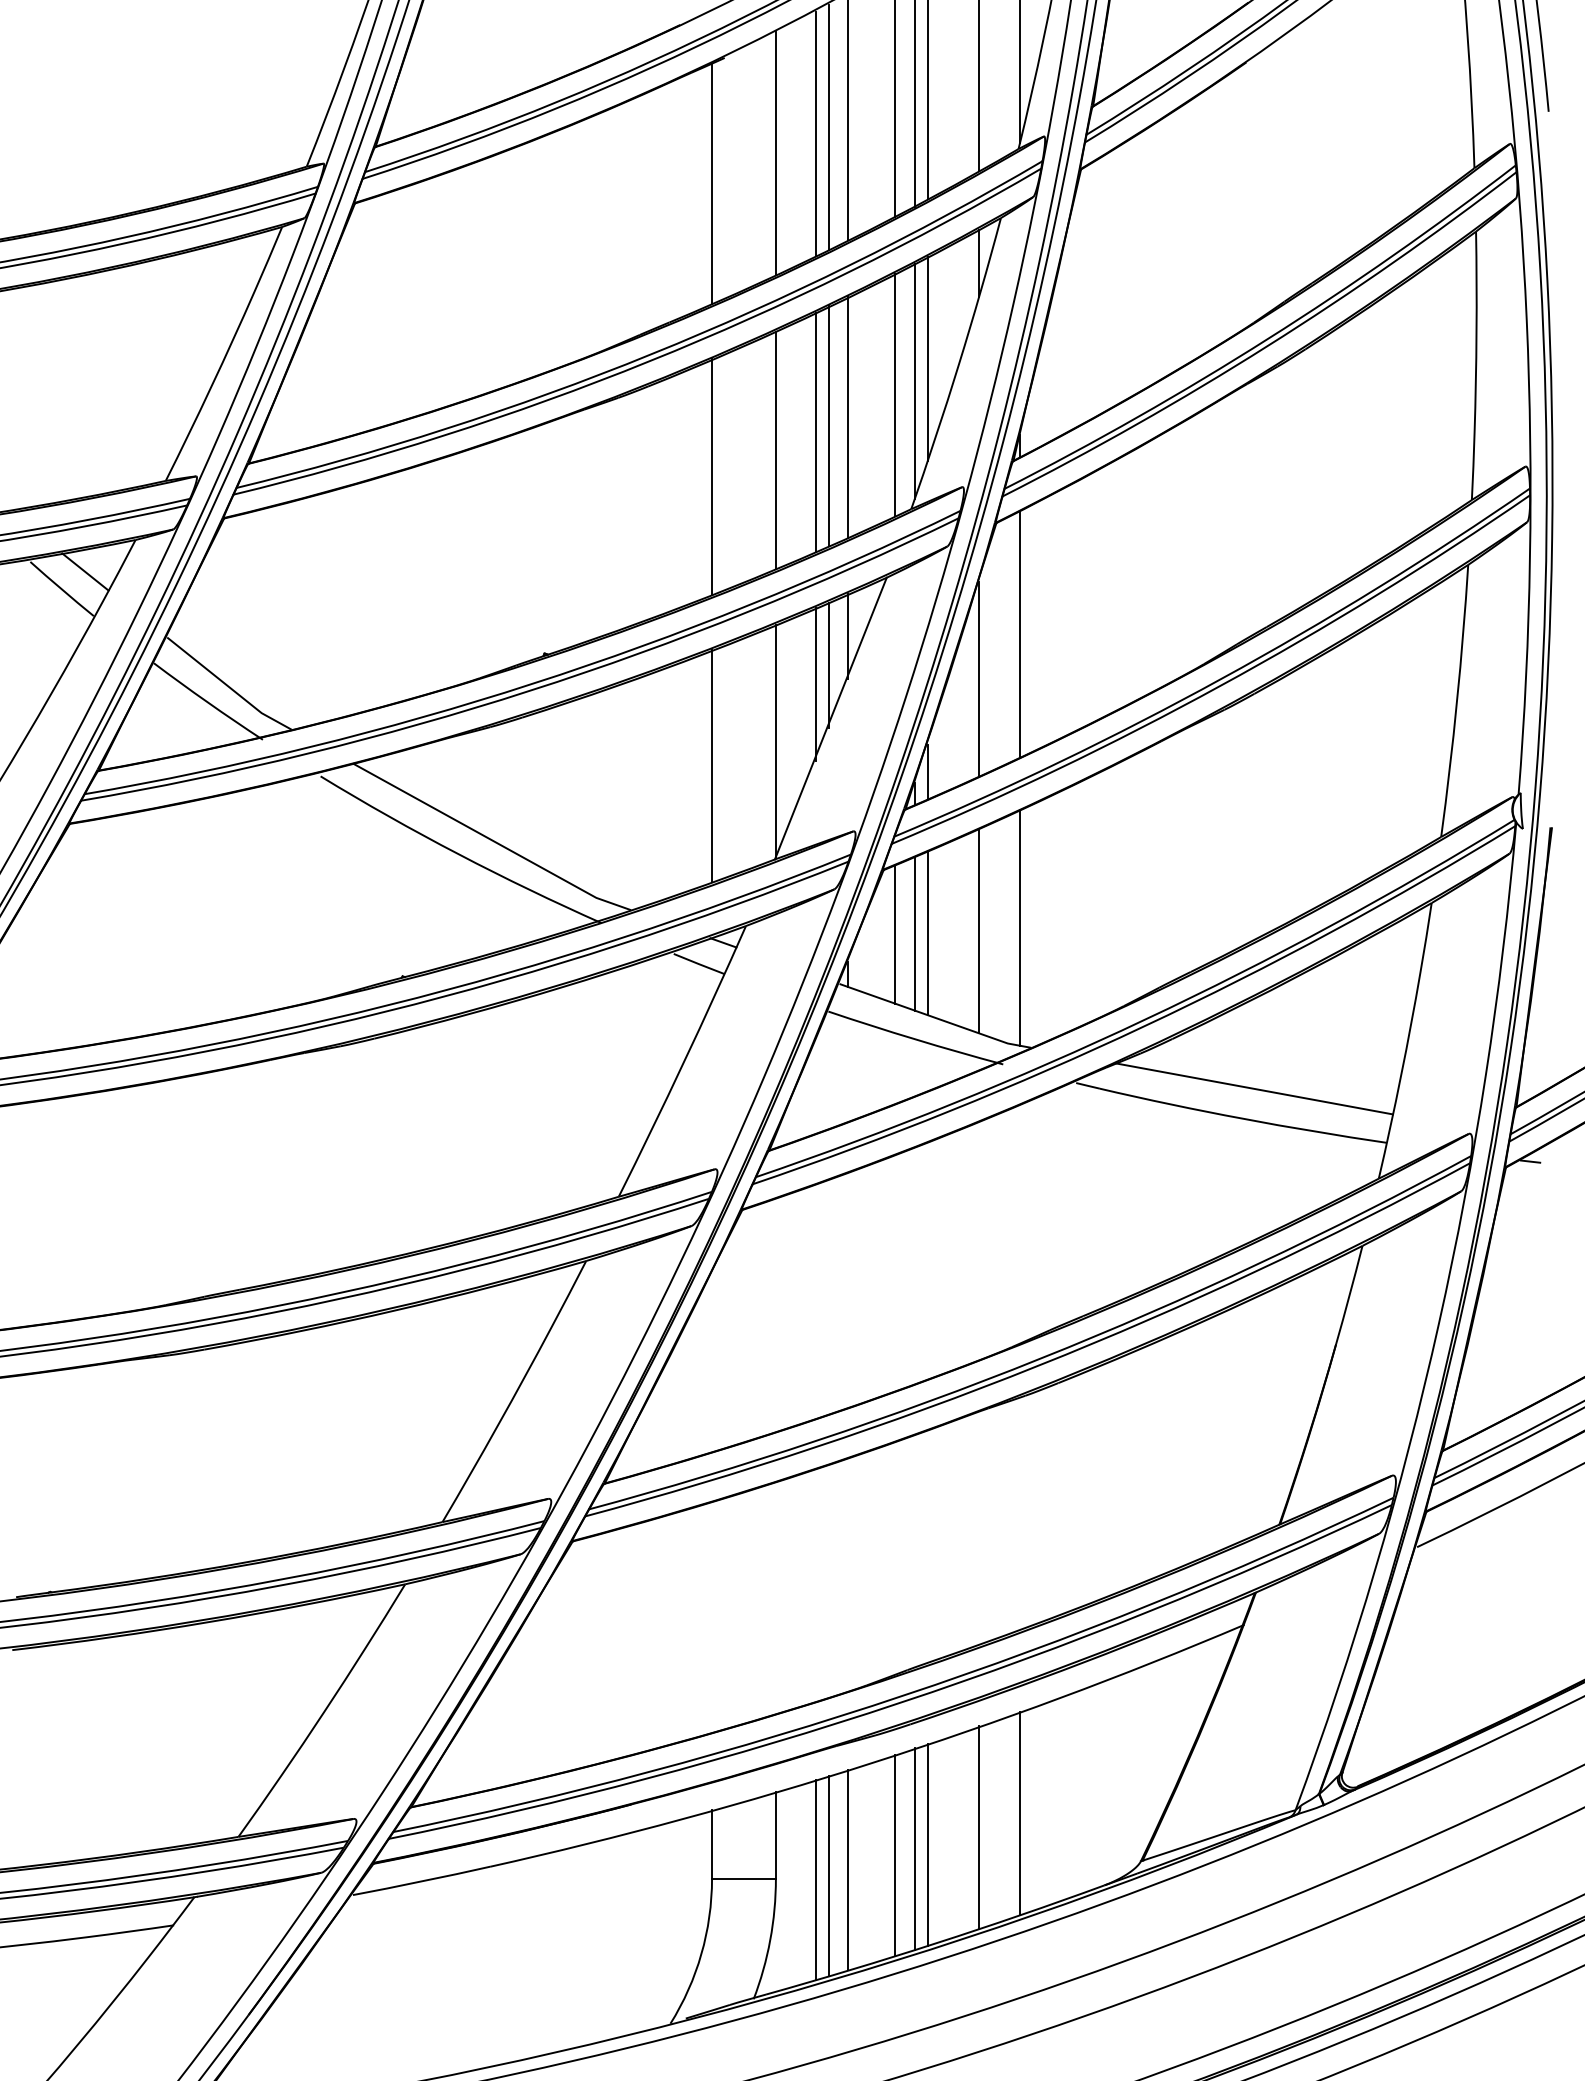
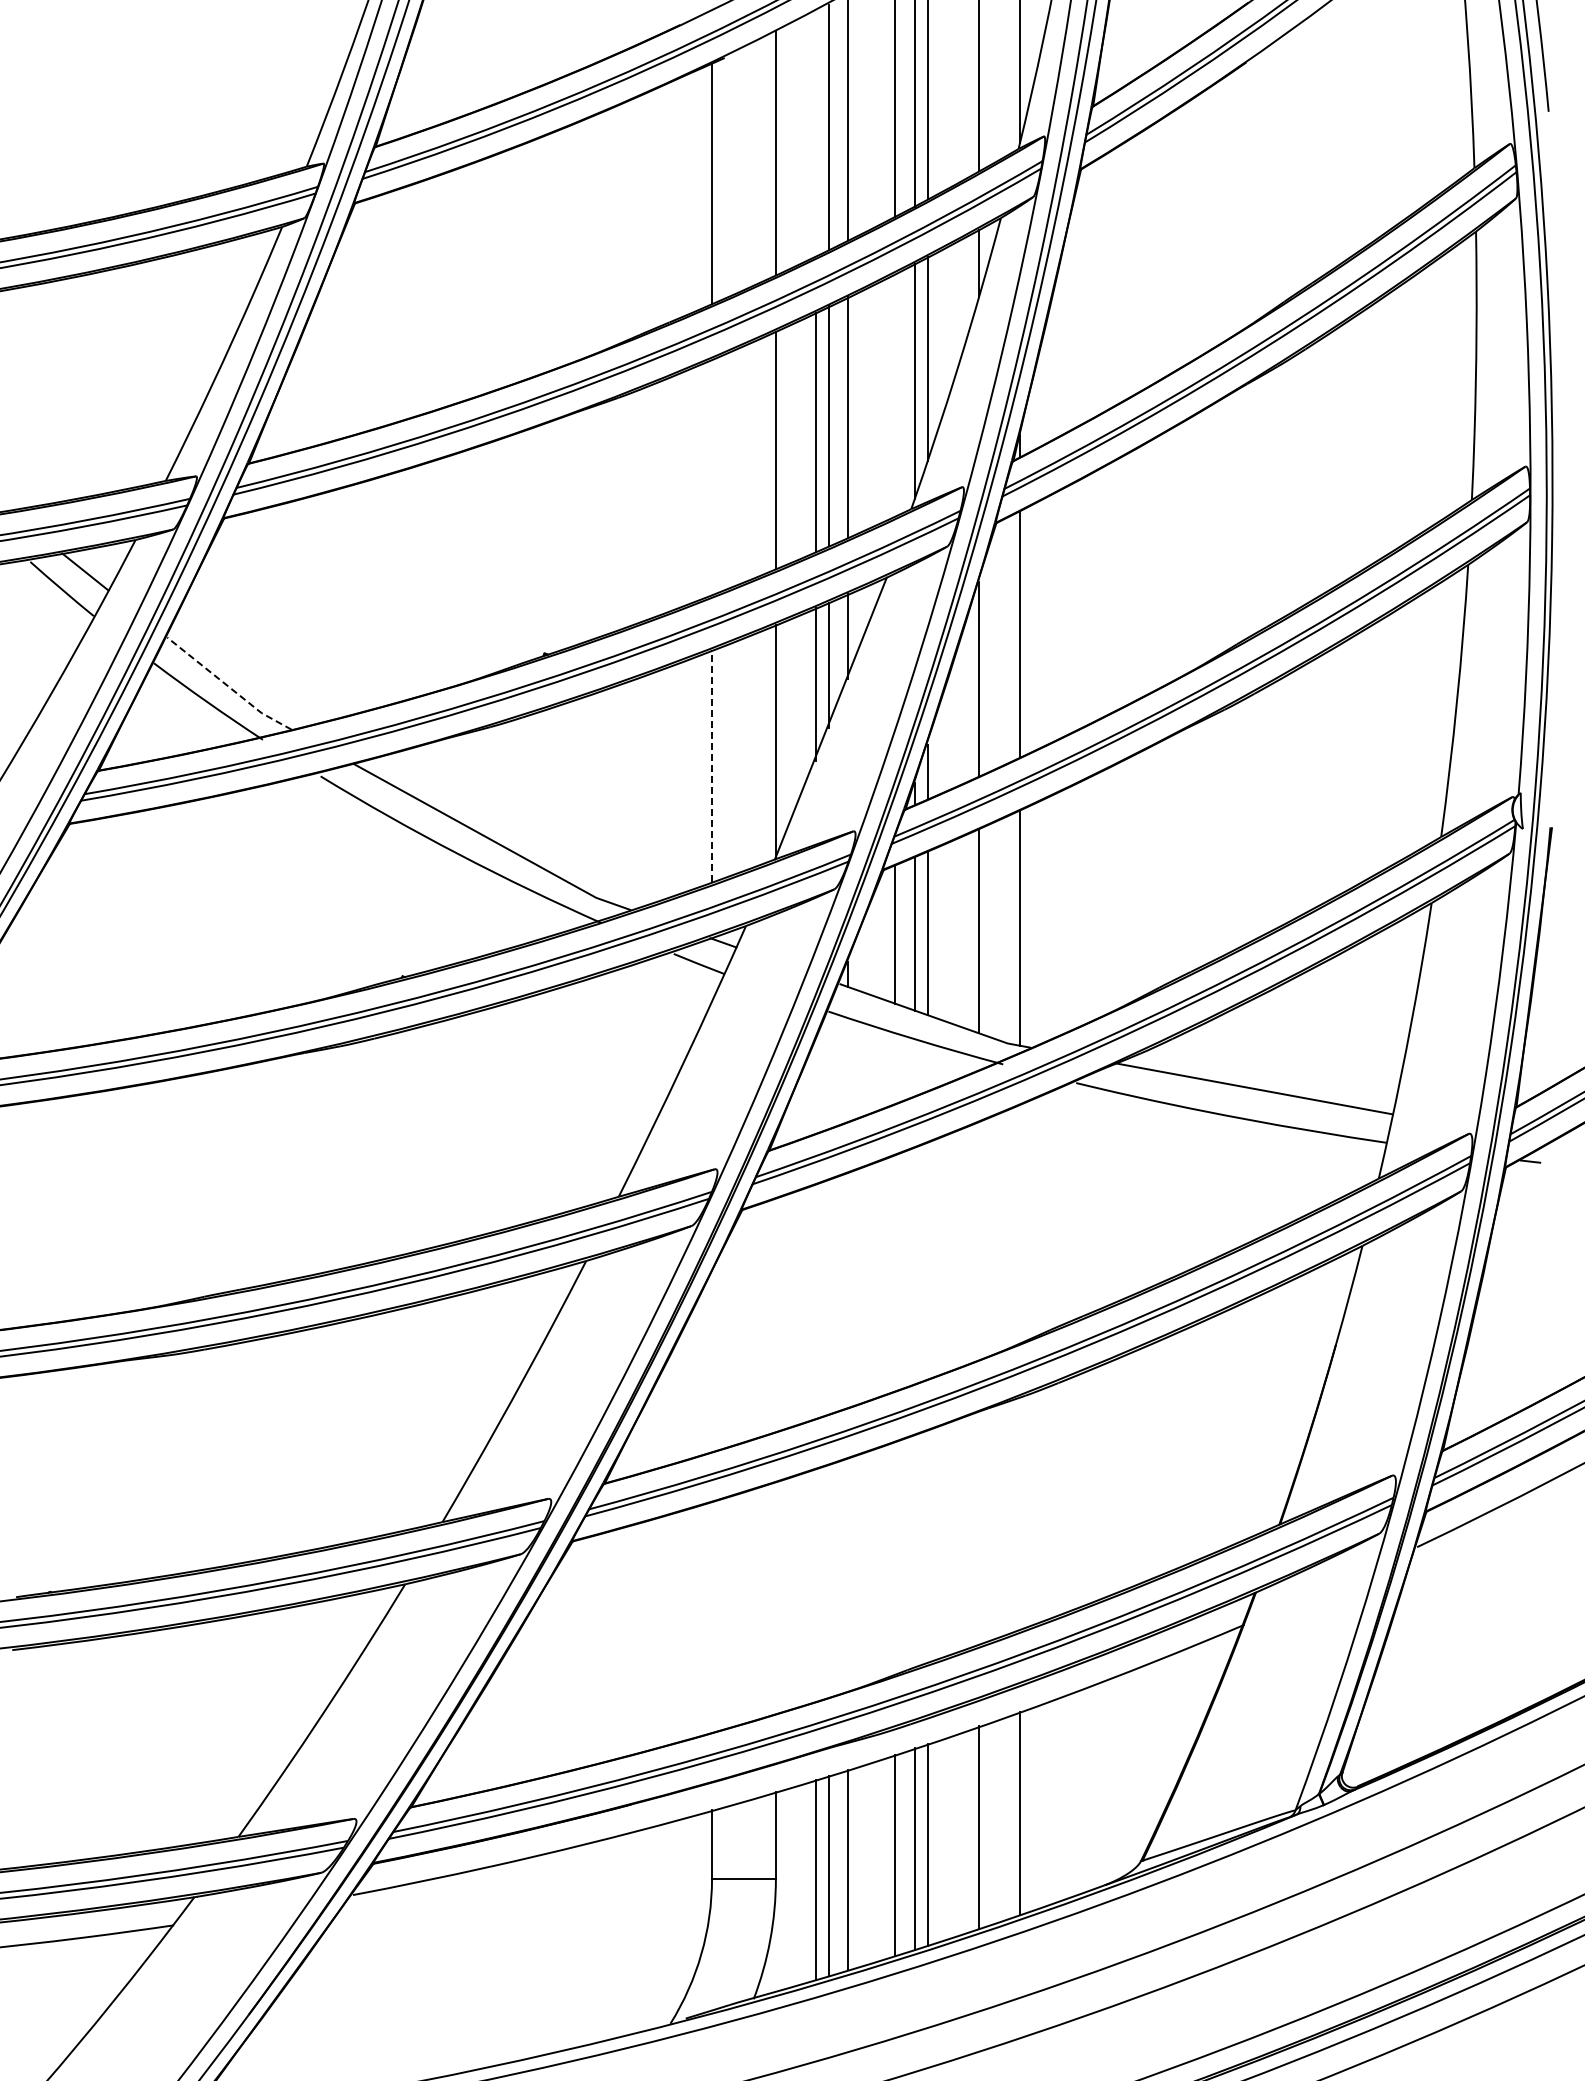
line at (815, 133): present -> none
line at (895, 395): present -> none
line at (712, 476): present -> none
line at (228, 686): solid -> dashed
line at (712, 766): solid -> dashed
